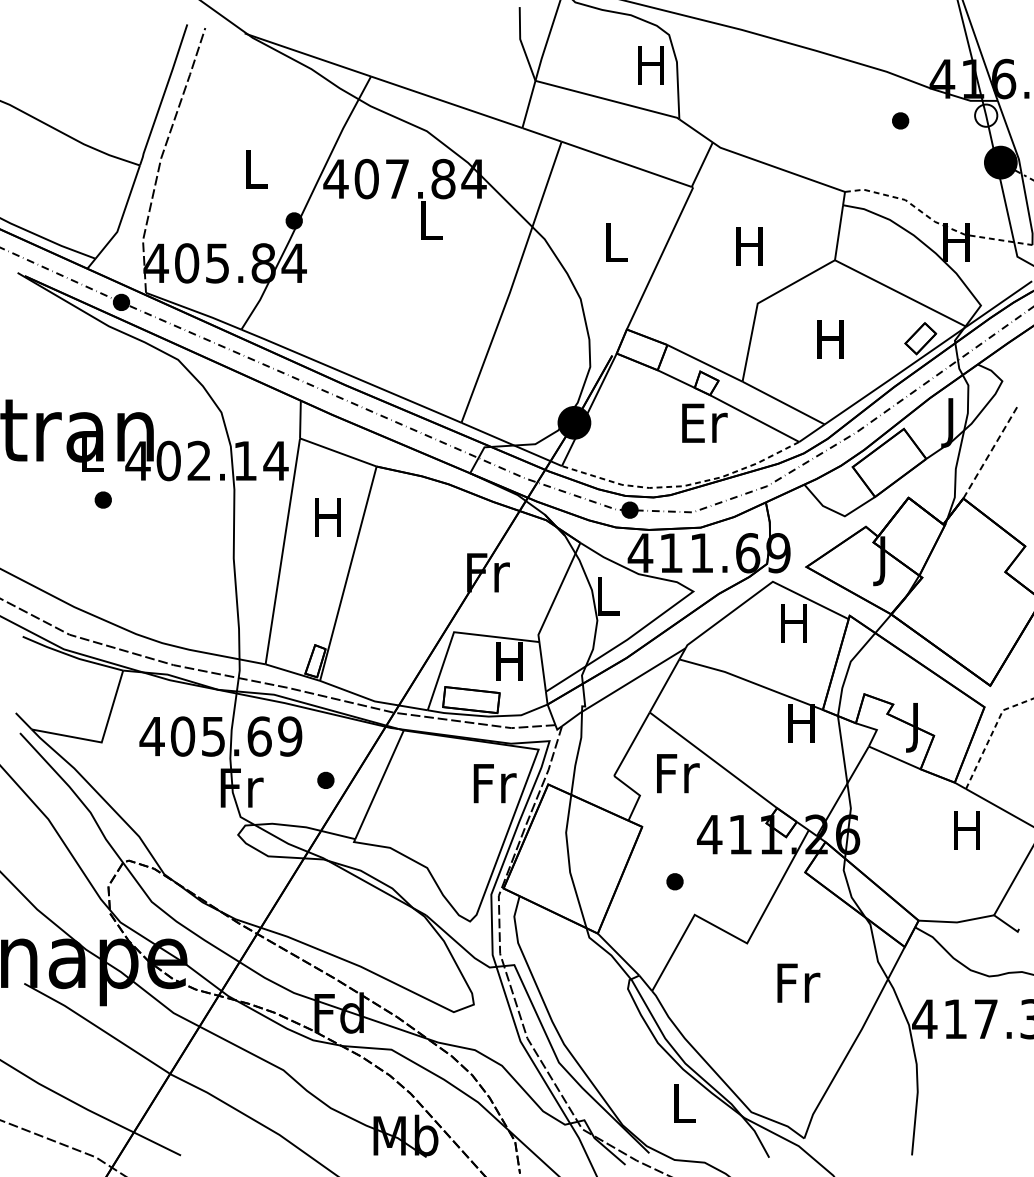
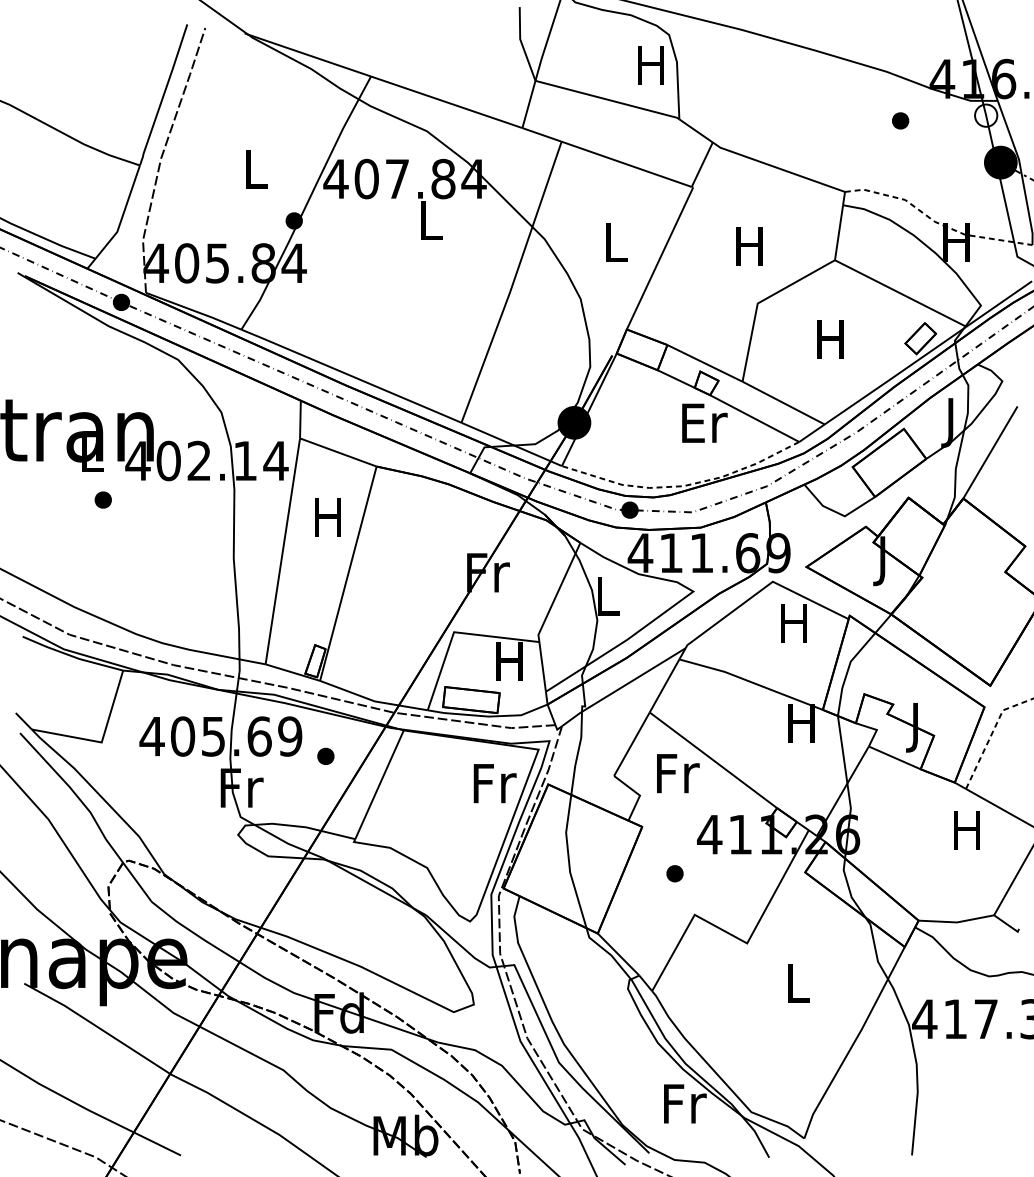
line at (990, 452): dashed -> solid
part at (325, 779) position: (325, 779) -> (325, 755)
part at (674, 881) position: (674, 881) -> (674, 873)
text at (798, 982): Fr -> L
text at (685, 1103): L -> Fr
